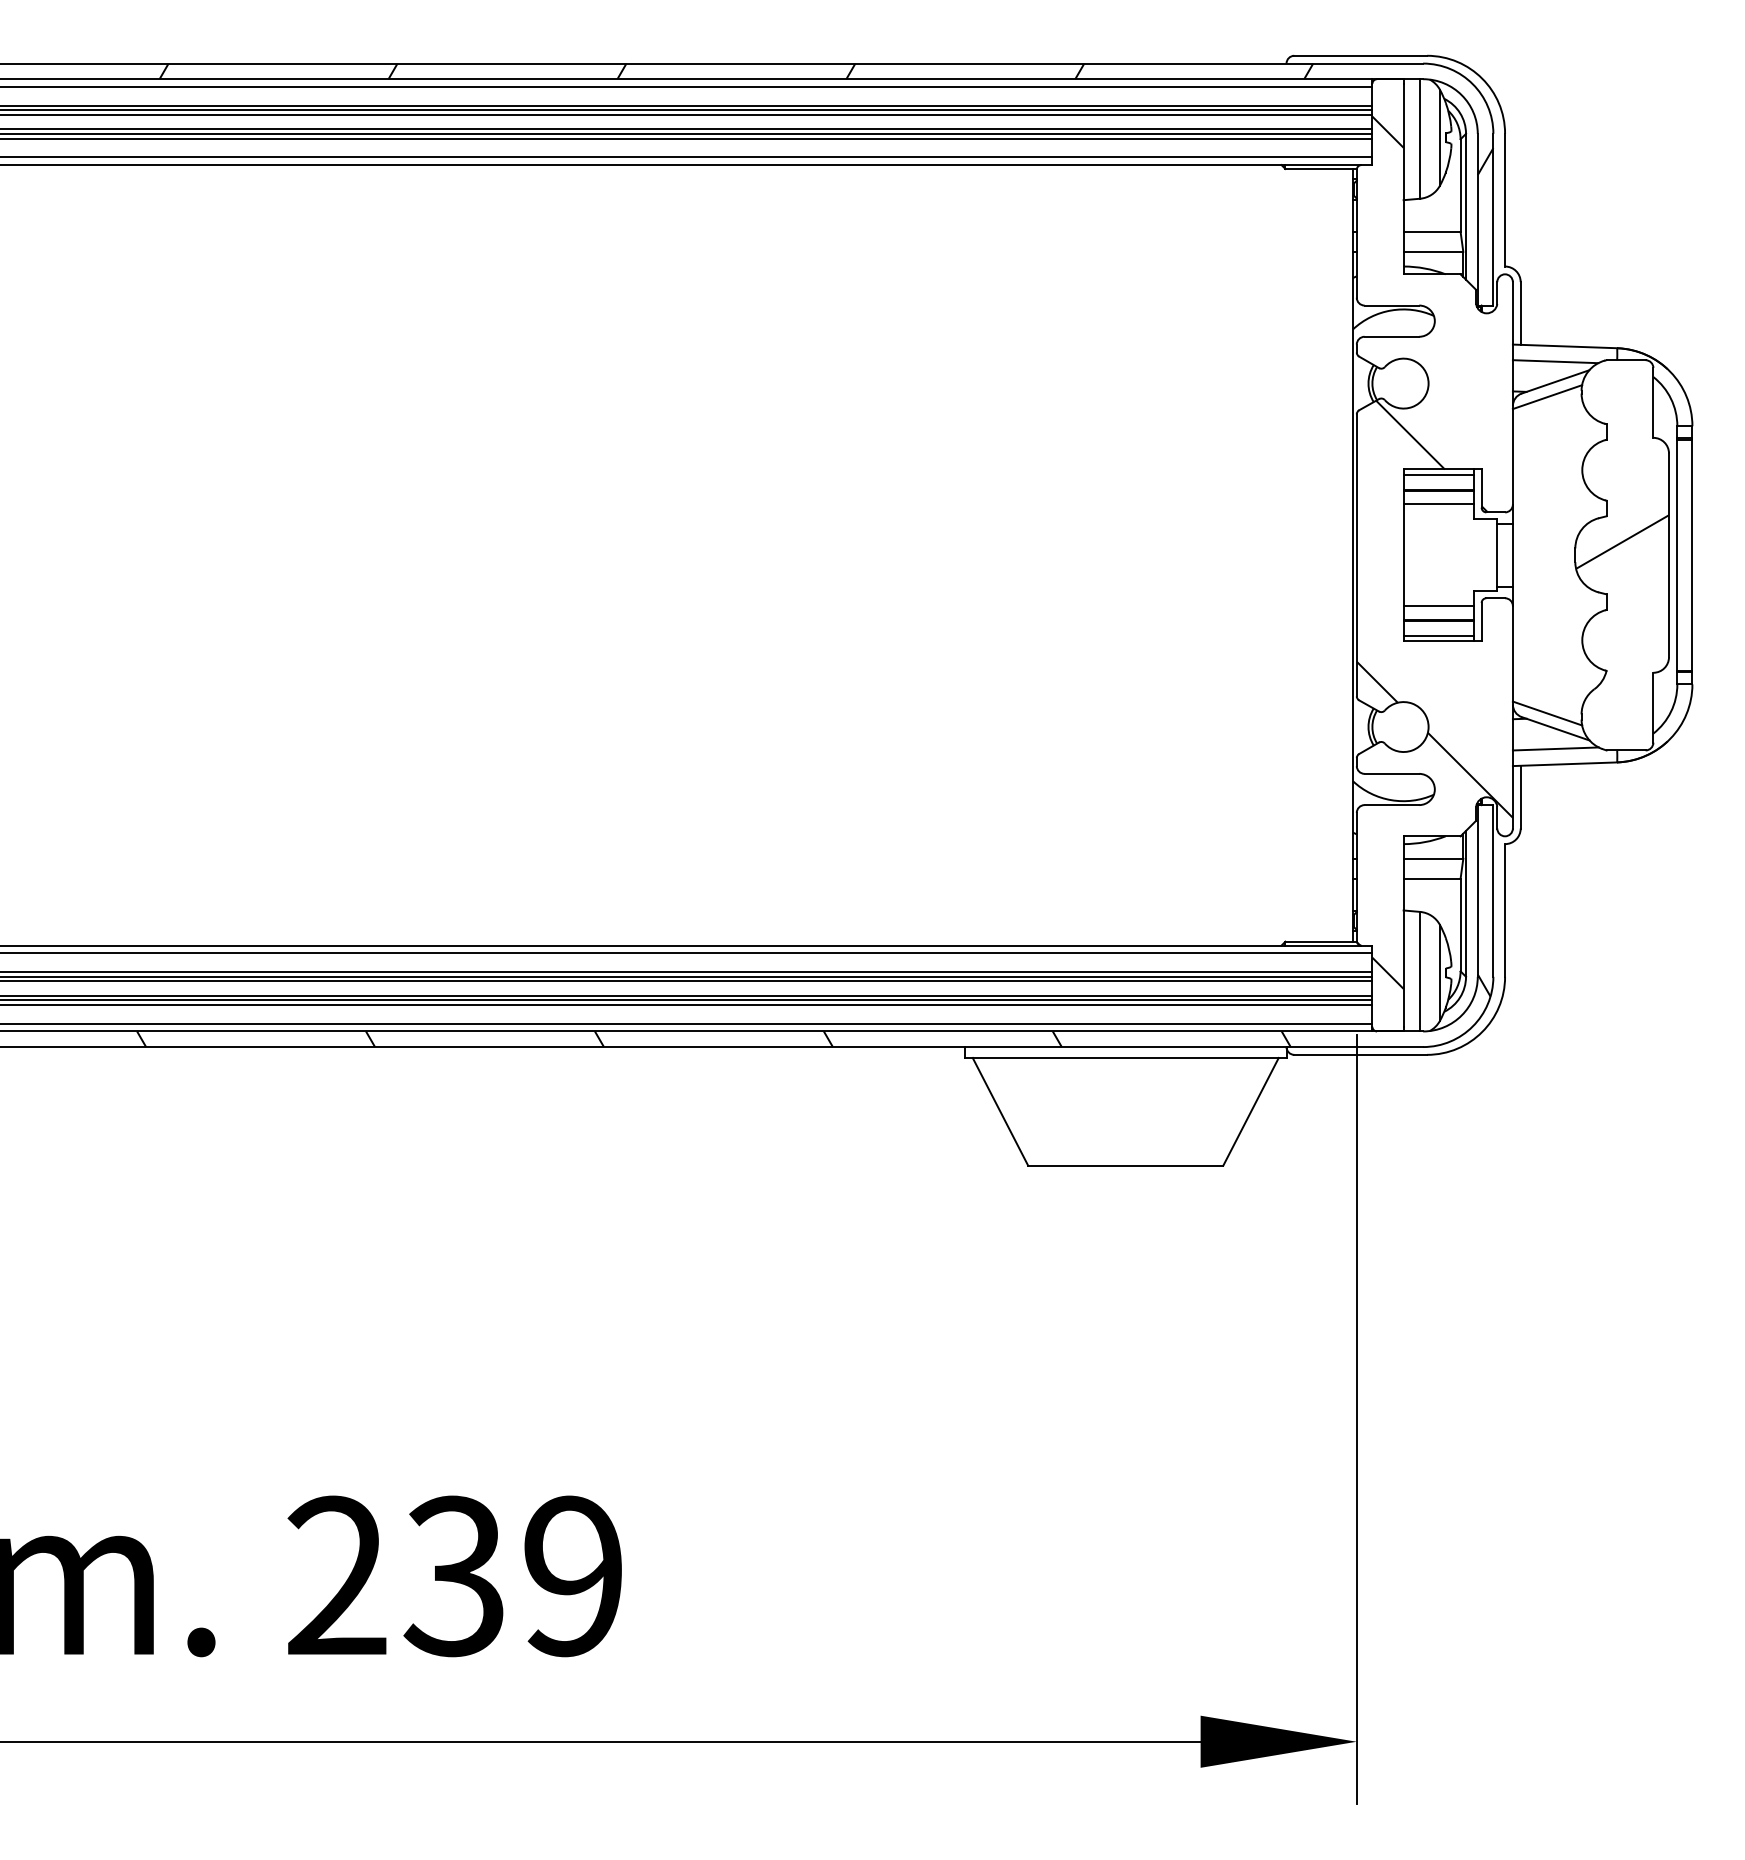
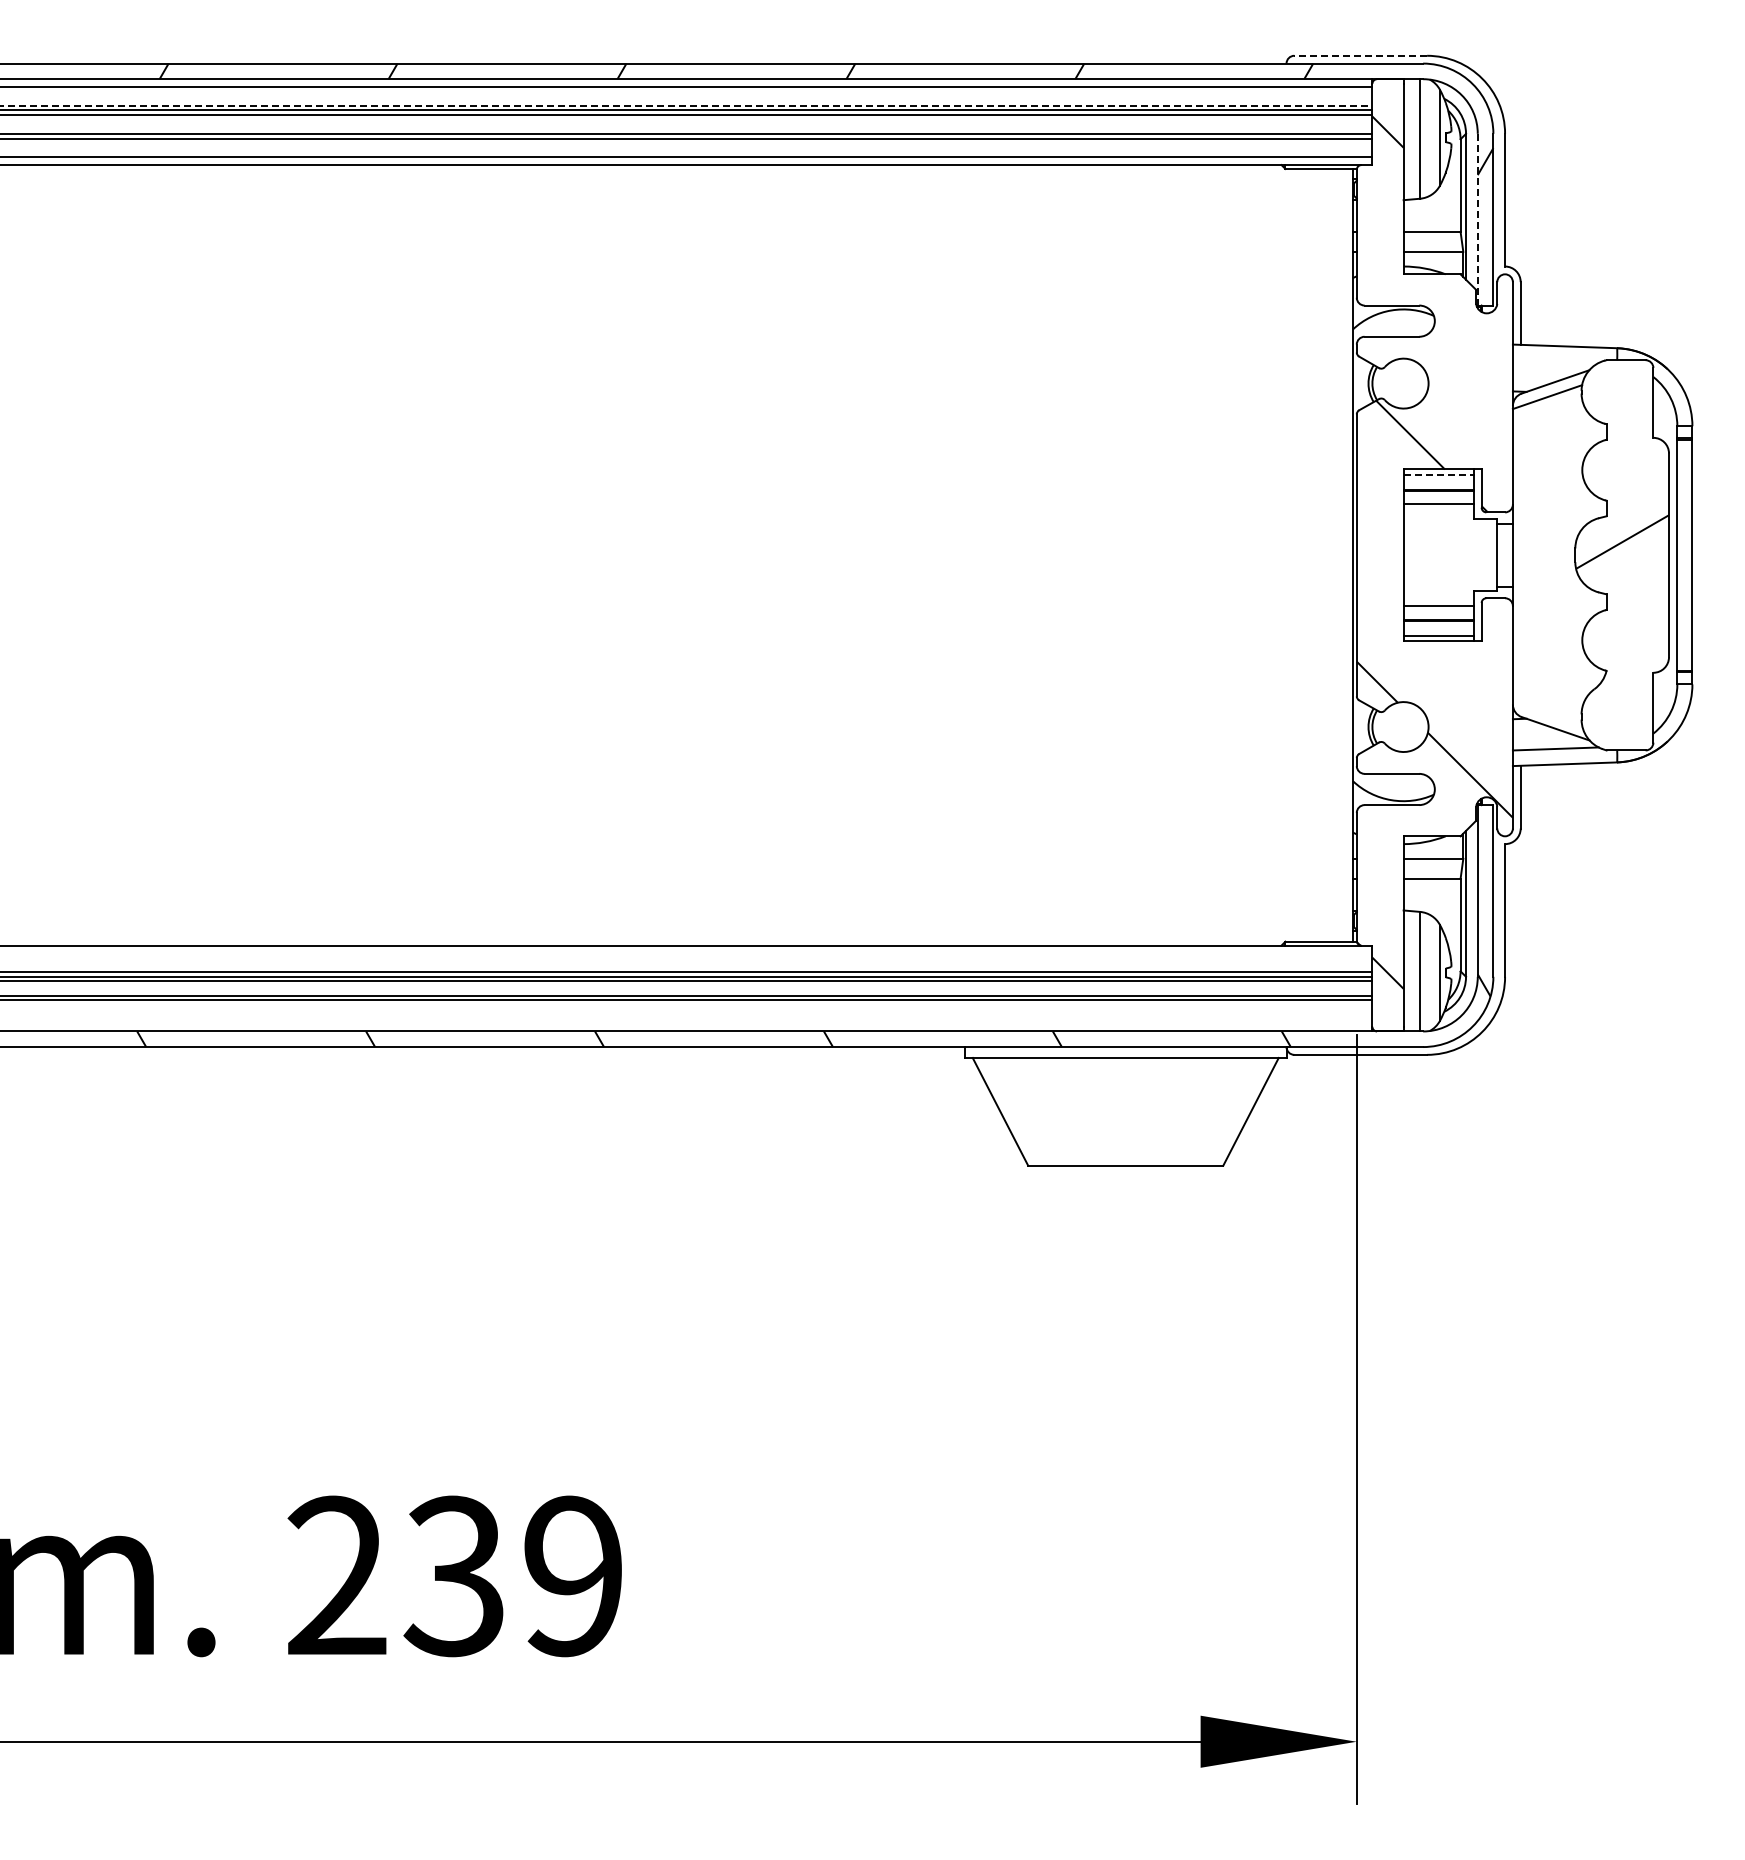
line at (1360, 55): solid -> dashed
line at (686, 105): solid -> dashed
line at (687, 129): present -> none
line at (1477, 219): solid -> dashed
line at (1555, 361): present -> none
line at (1439, 474): solid -> dashed
line at (1547, 713): present -> none
line at (687, 953): present -> none
line at (687, 1004): present -> none
line at (687, 1023): present -> none
